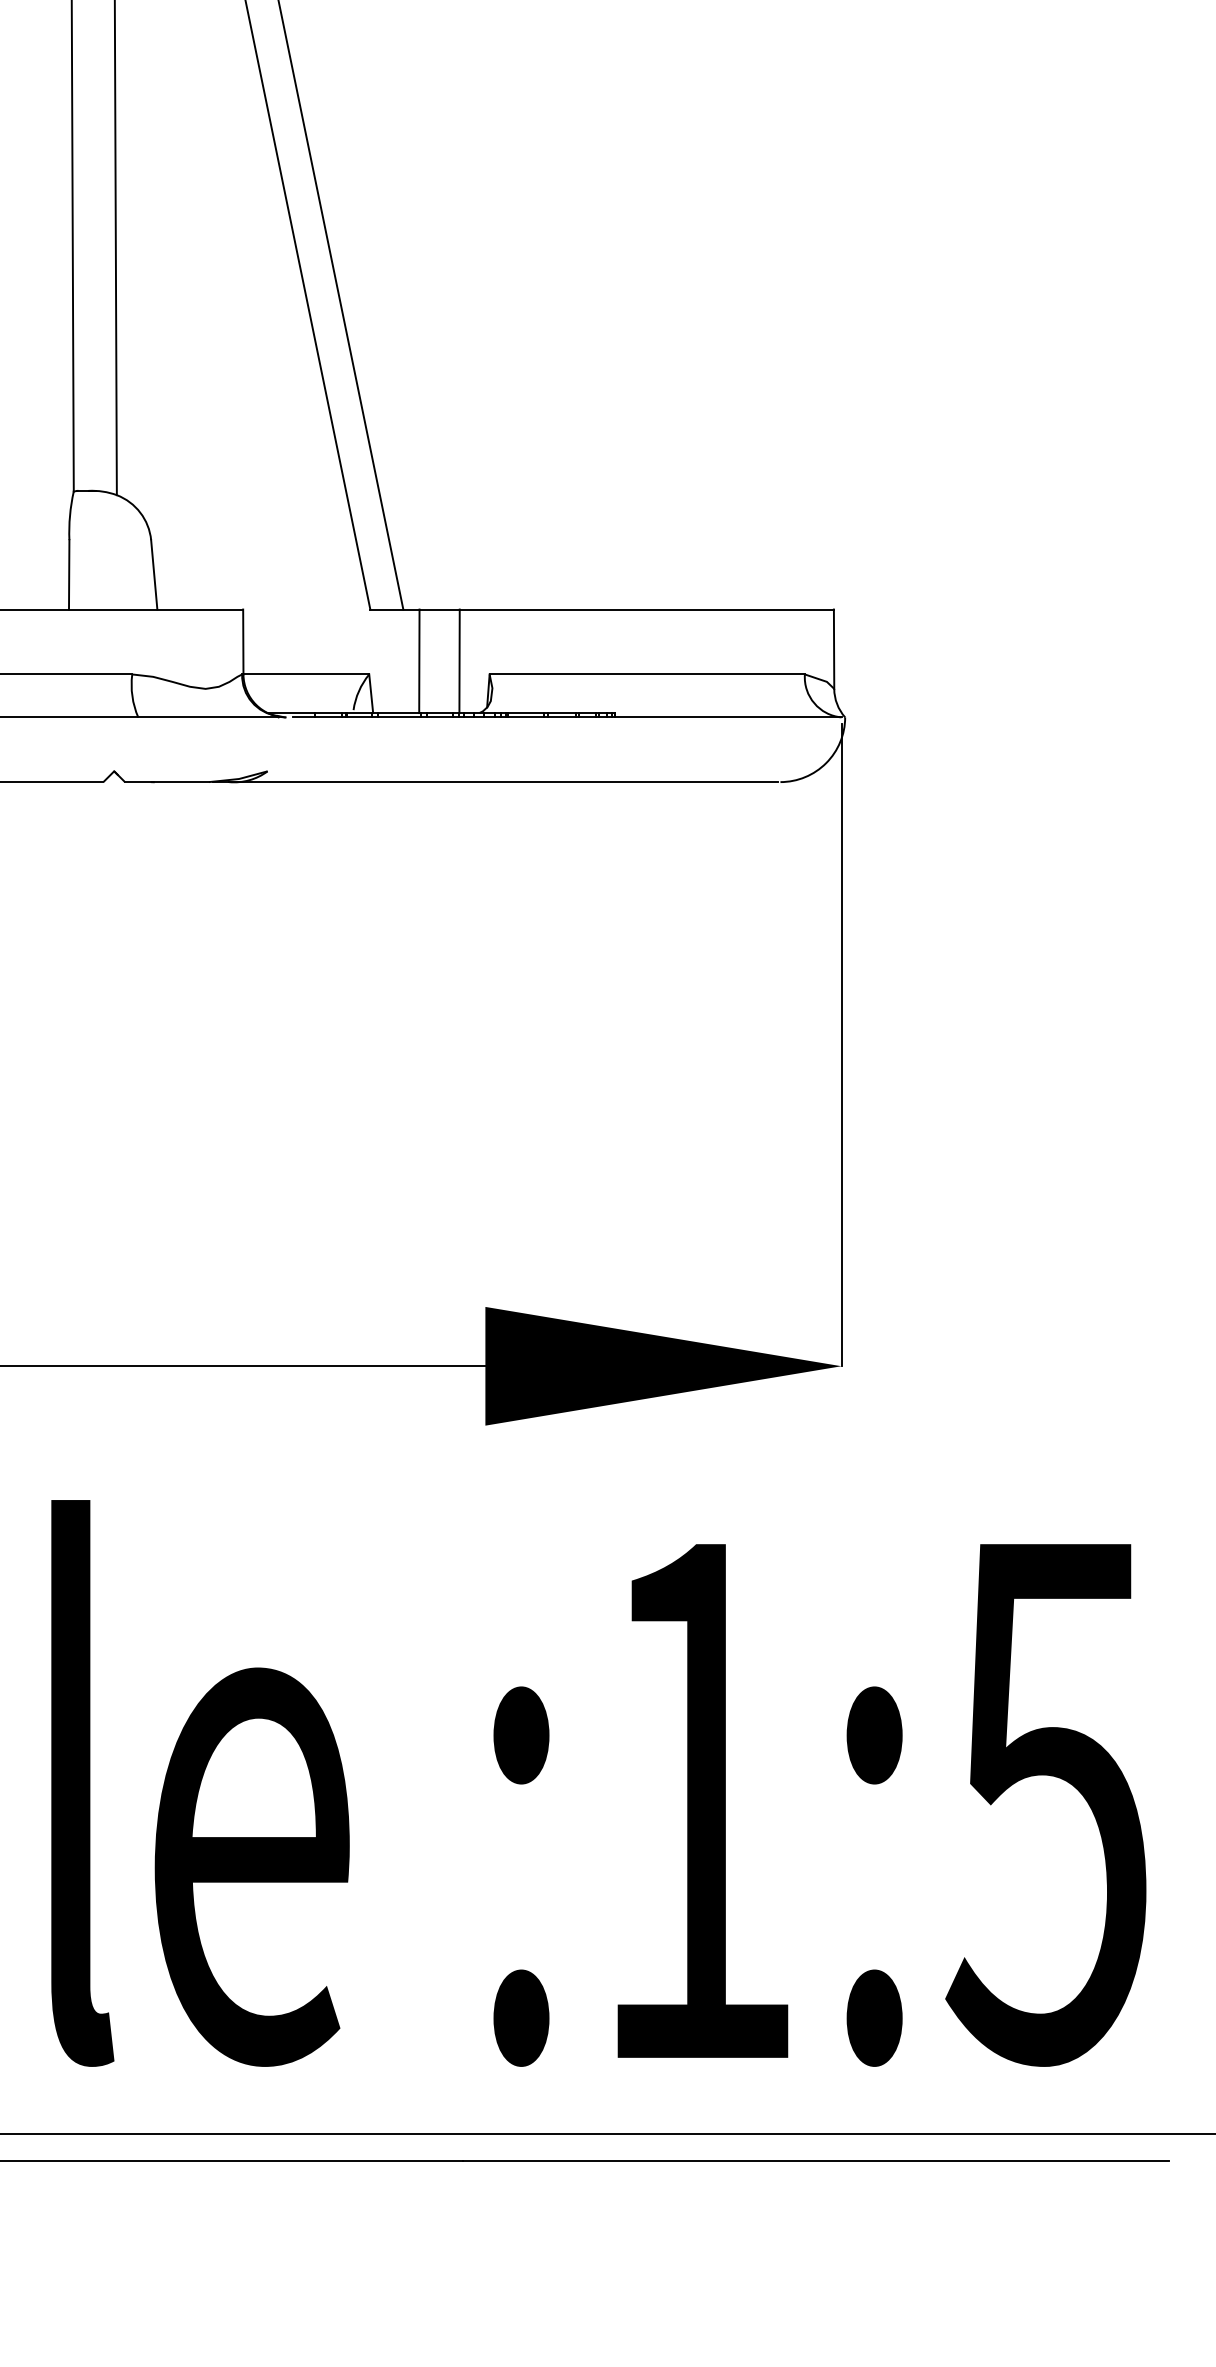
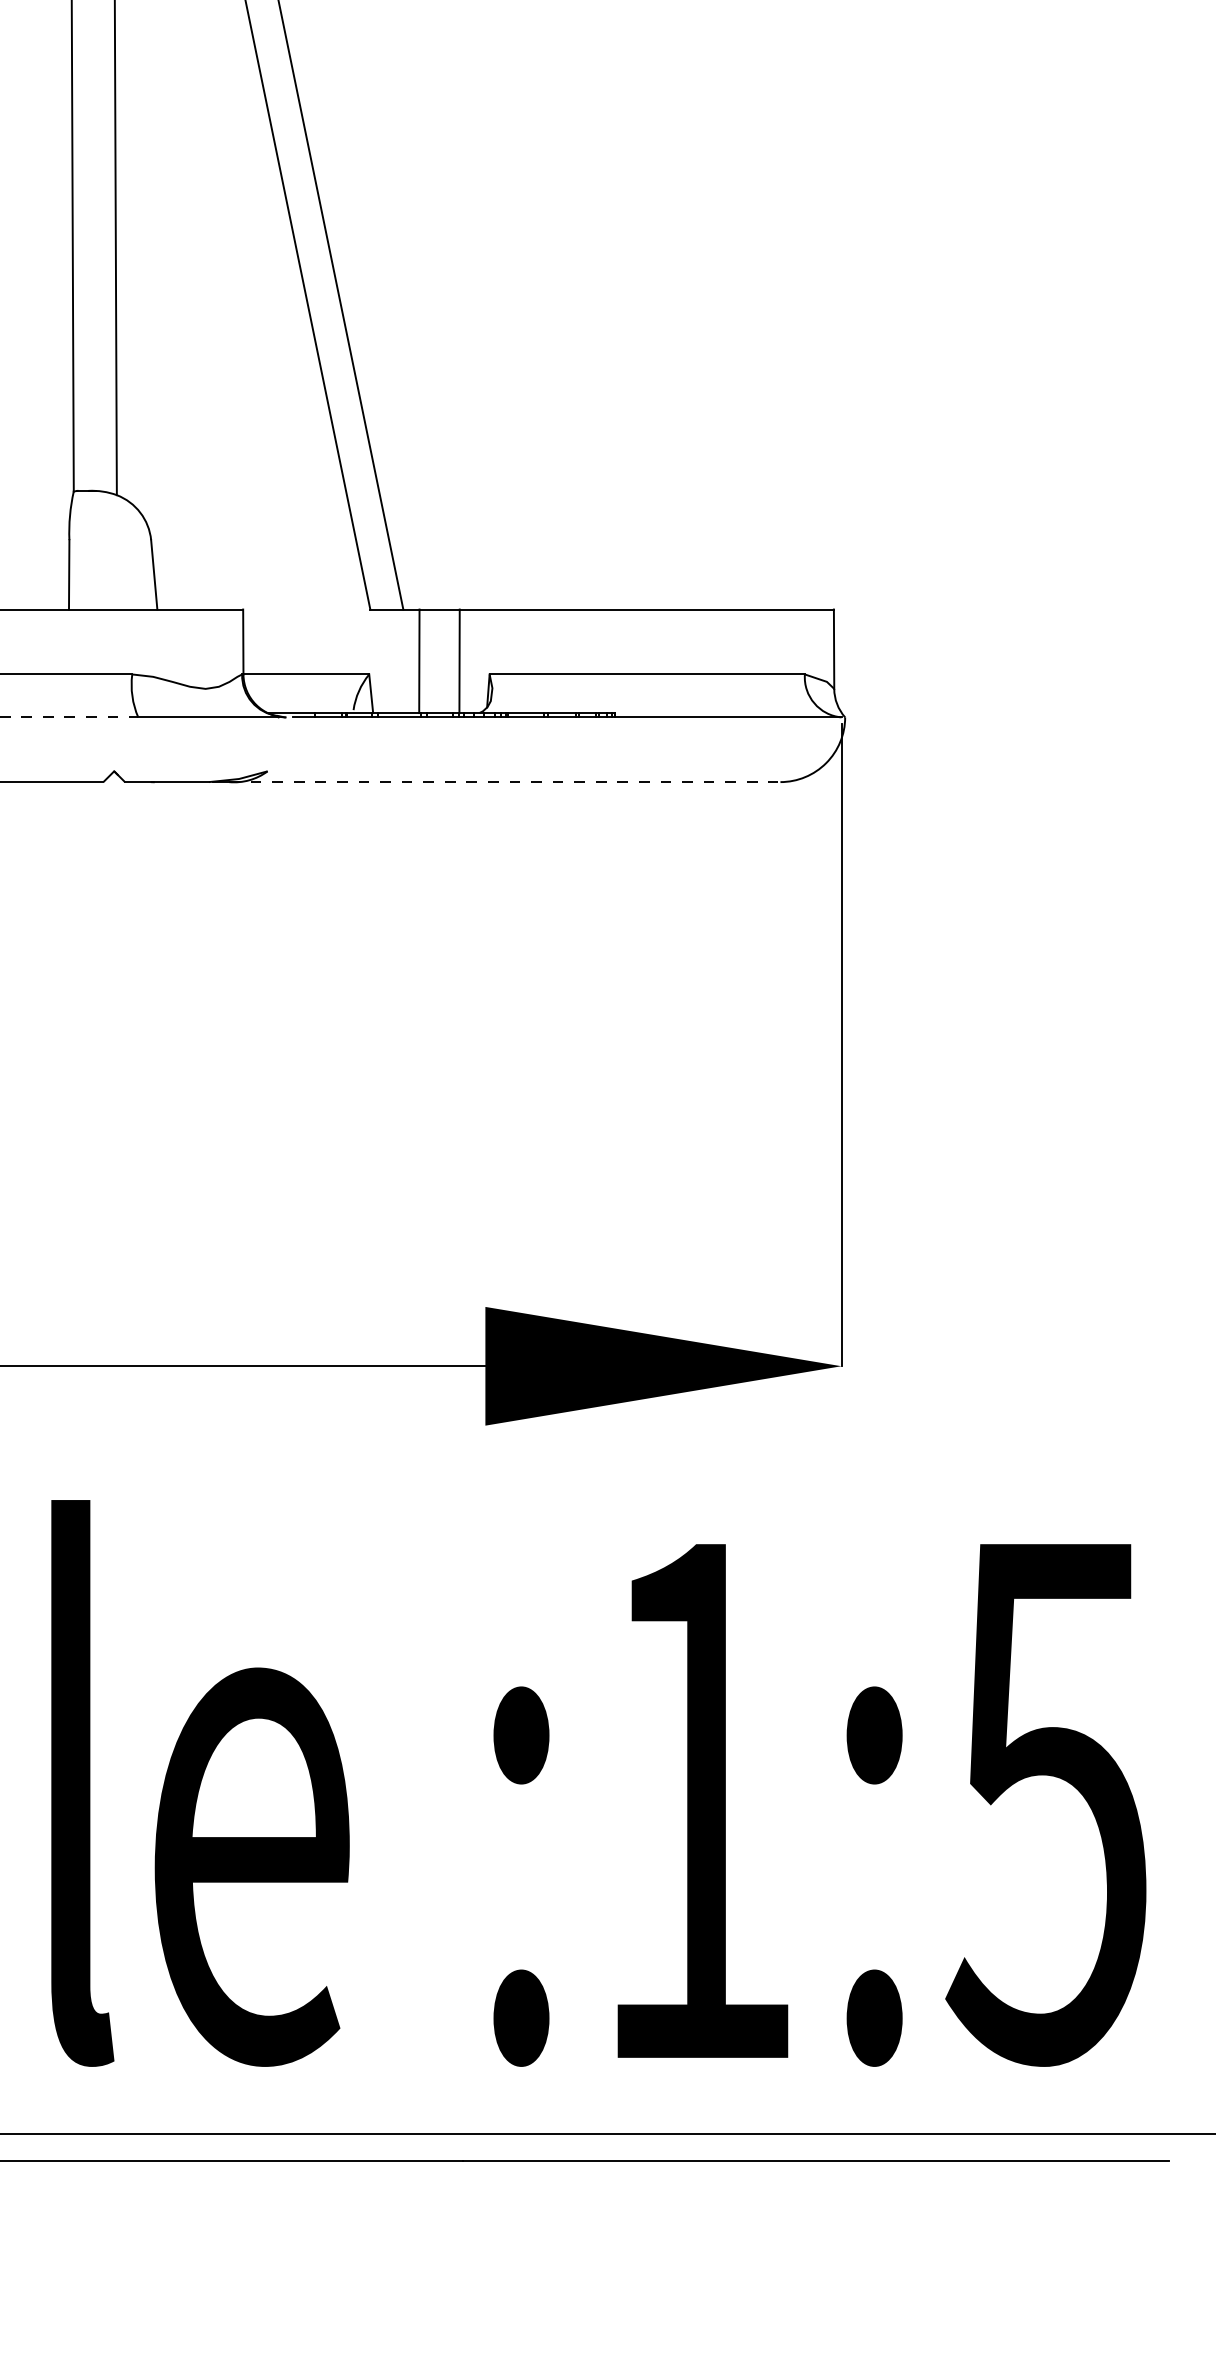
line at (69, 717): solid -> dashed
line at (503, 782): solid -> dashed
